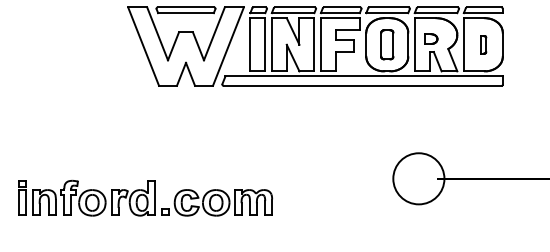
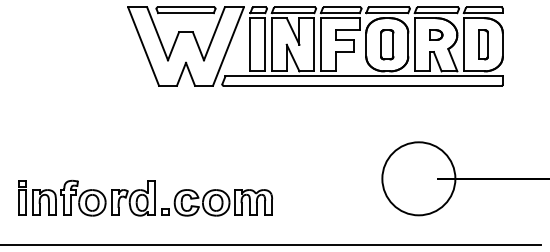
part at (431, 38) position: (431, 38) -> (436, 34)
part at (483, 44) size: 8x20 px -> 11x32 px
circle at (418, 178) diameter: 51 px -> 73 px
line at (271, 244): none -> present
